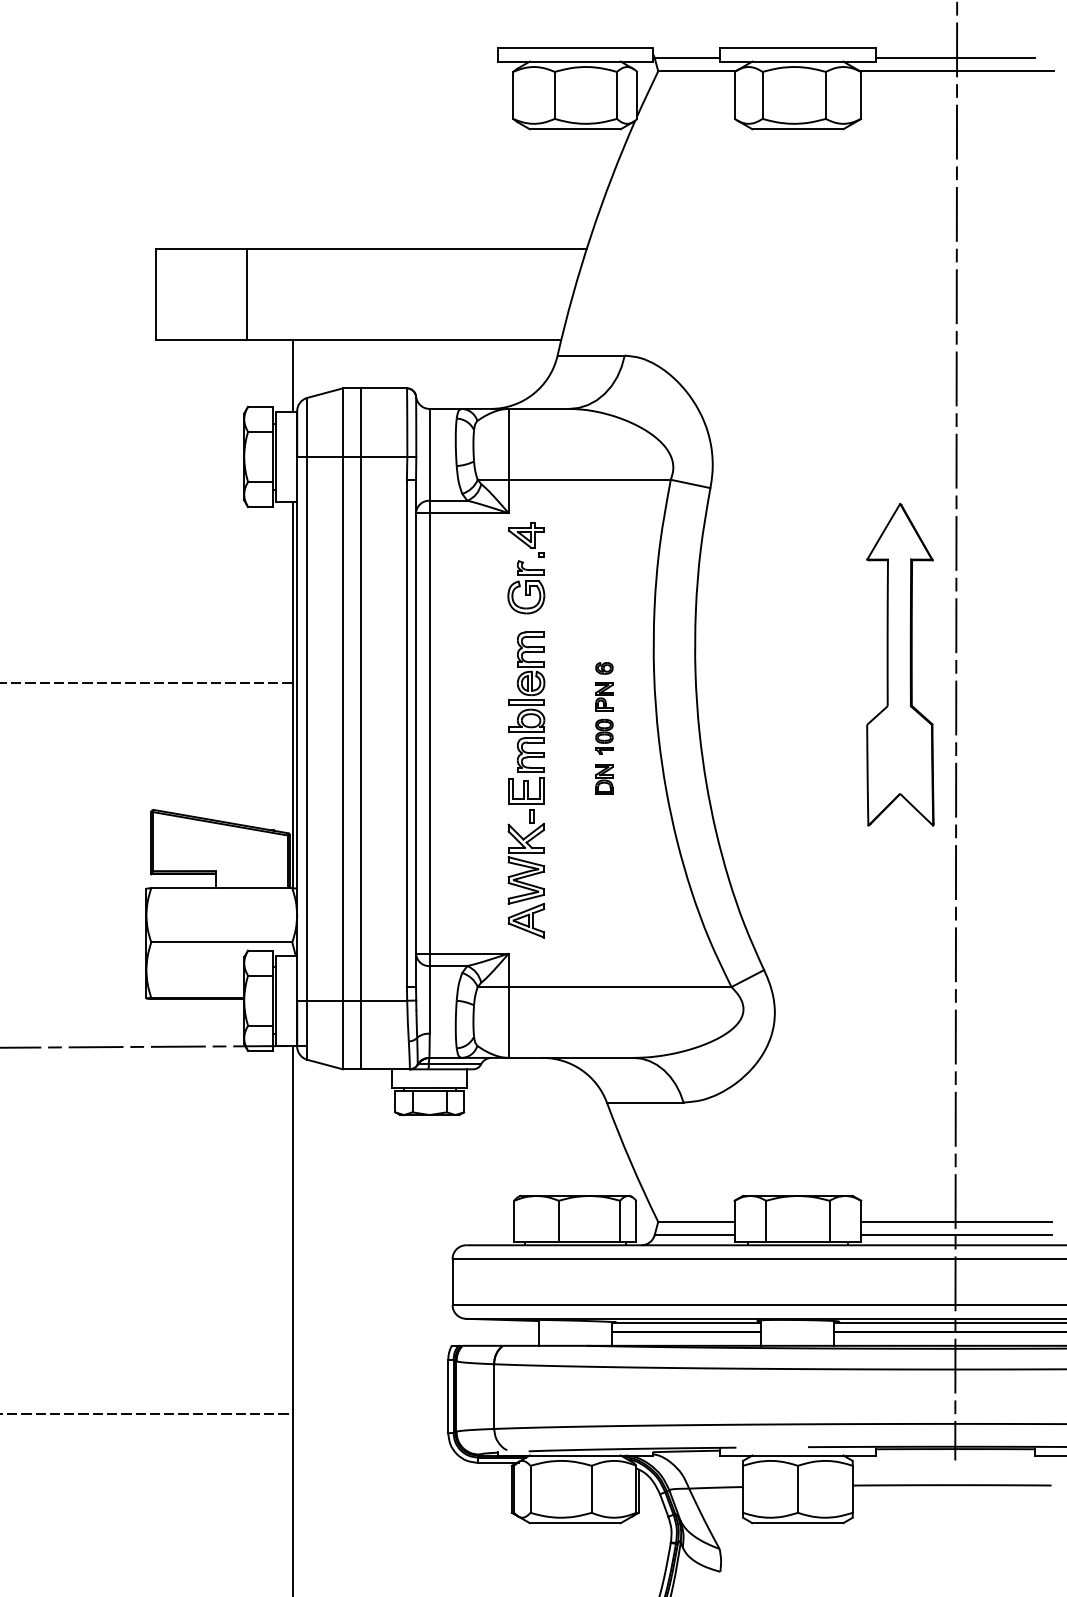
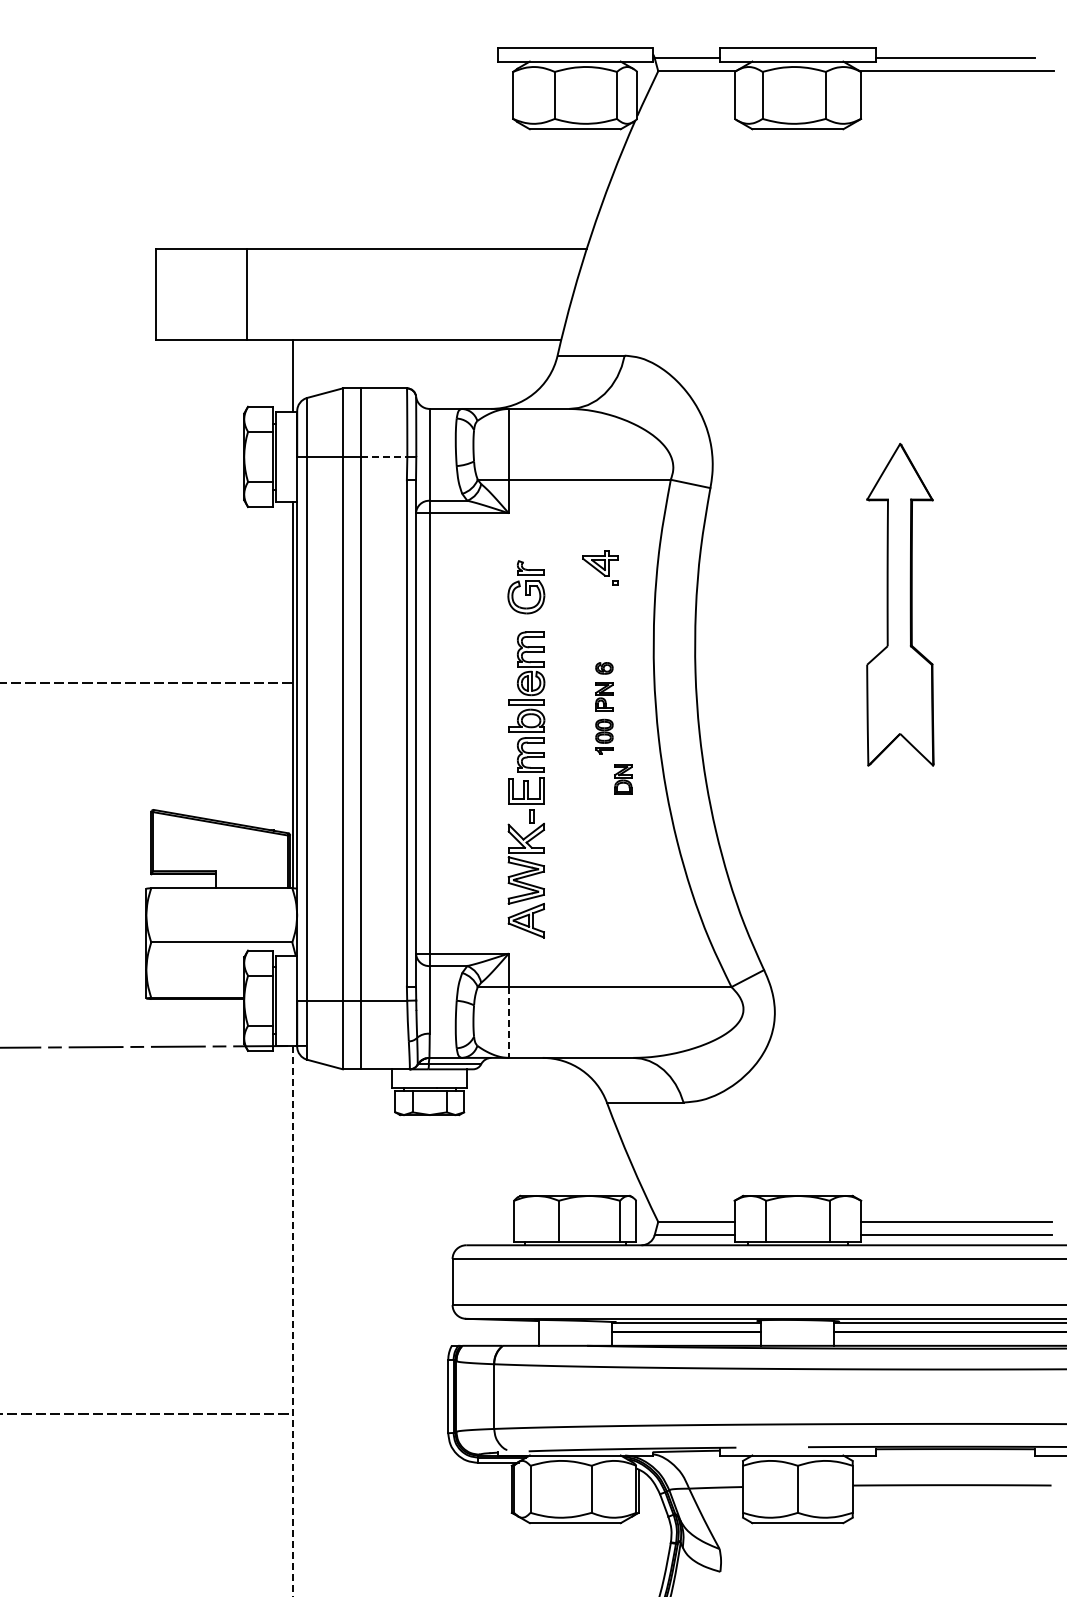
line at (384, 456): solid -> dashed
part at (526, 539) position: (526, 539) -> (600, 567)
part at (900, 664) position: (900, 664) -> (900, 604)
line at (956, 731): present -> none
part at (604, 779) position: (604, 779) -> (623, 779)
line at (508, 1022): solid -> dashed
line at (292, 1321): solid -> dashed
